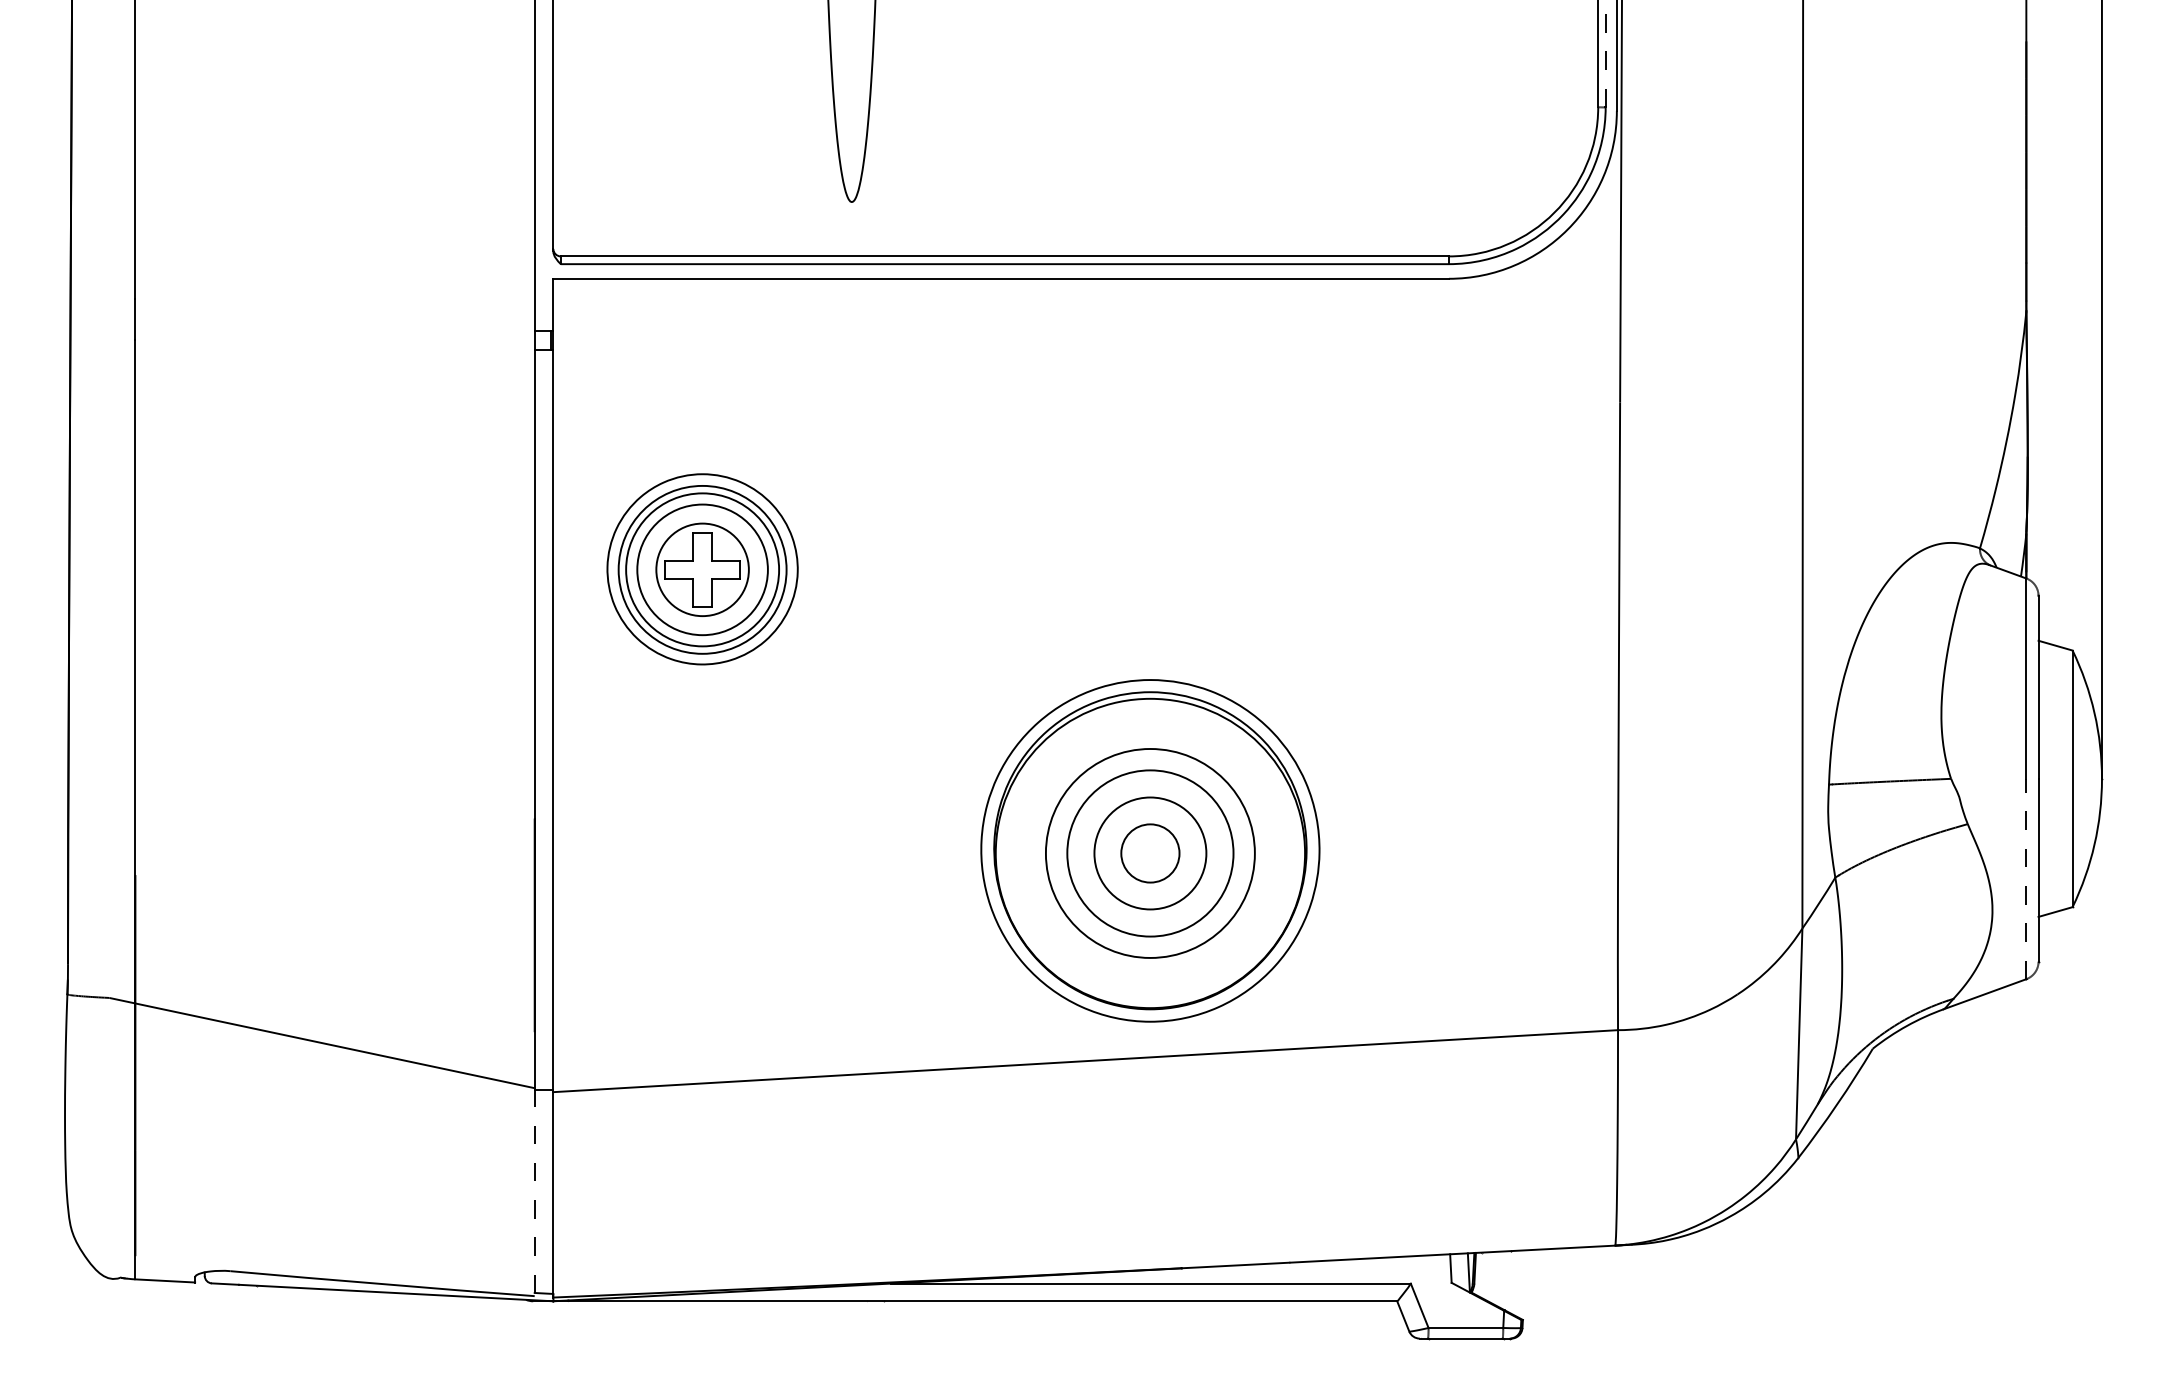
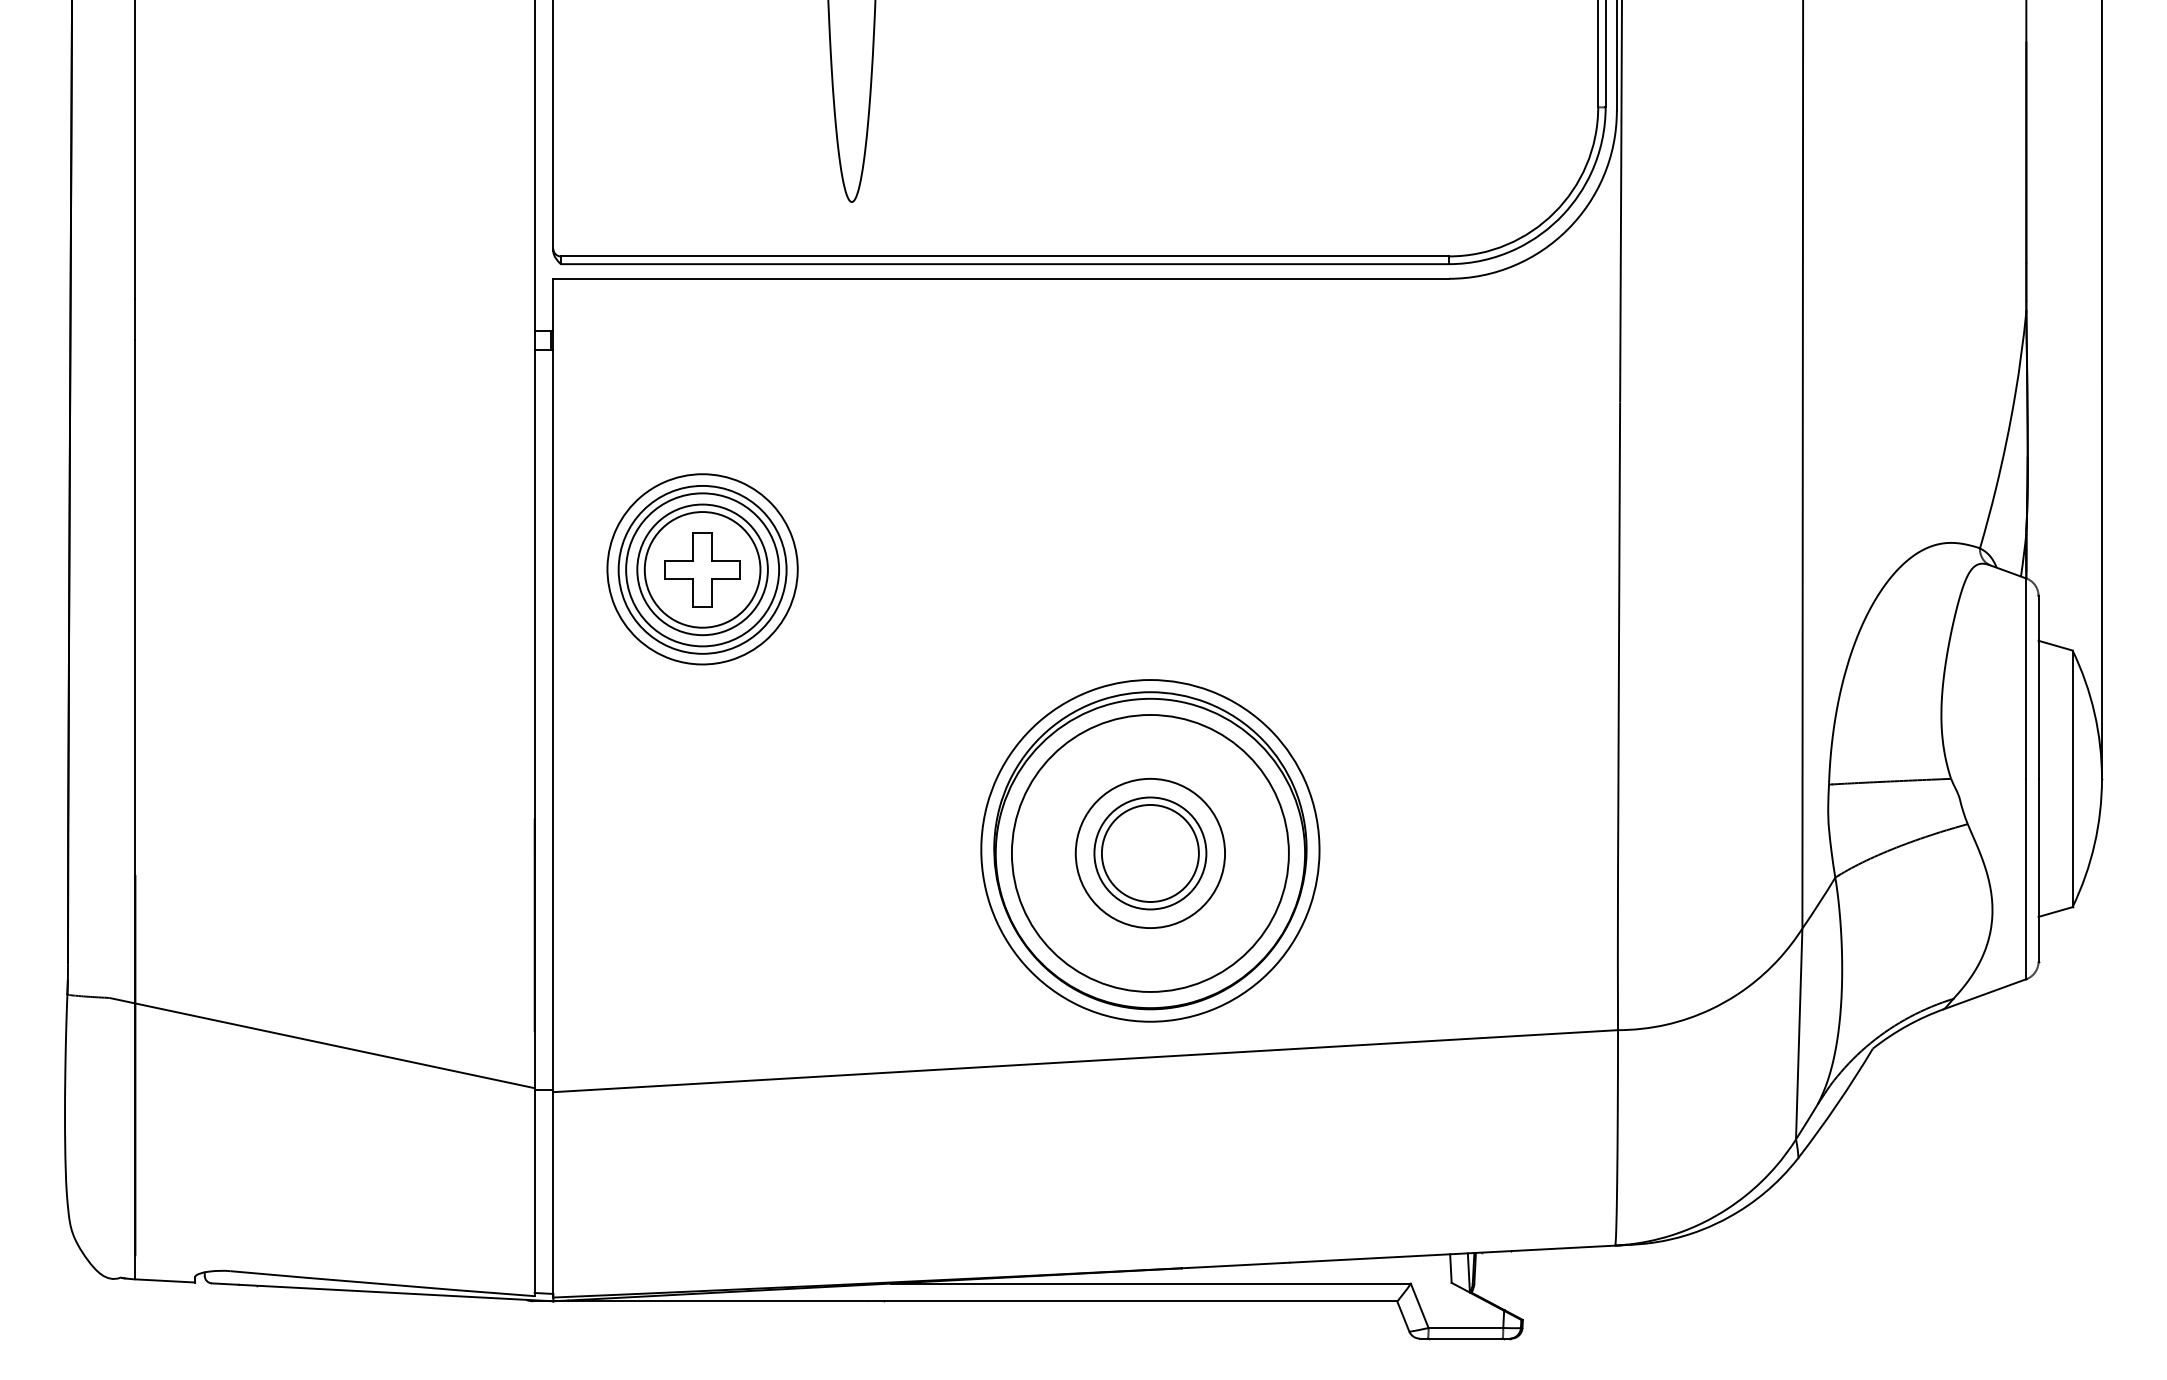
line at (1605, 53): dashed -> solid
circle at (702, 569) diameter: 93 px -> 116 px
circle at (1149, 853) diameter: 209 px -> 149 px
circle at (1150, 853) diameter: 166 px -> 277 px
circle at (1150, 853) diameter: 58 px -> 97 px
line at (2026, 878): dashed -> solid
line at (534, 1192): dashed -> solid
